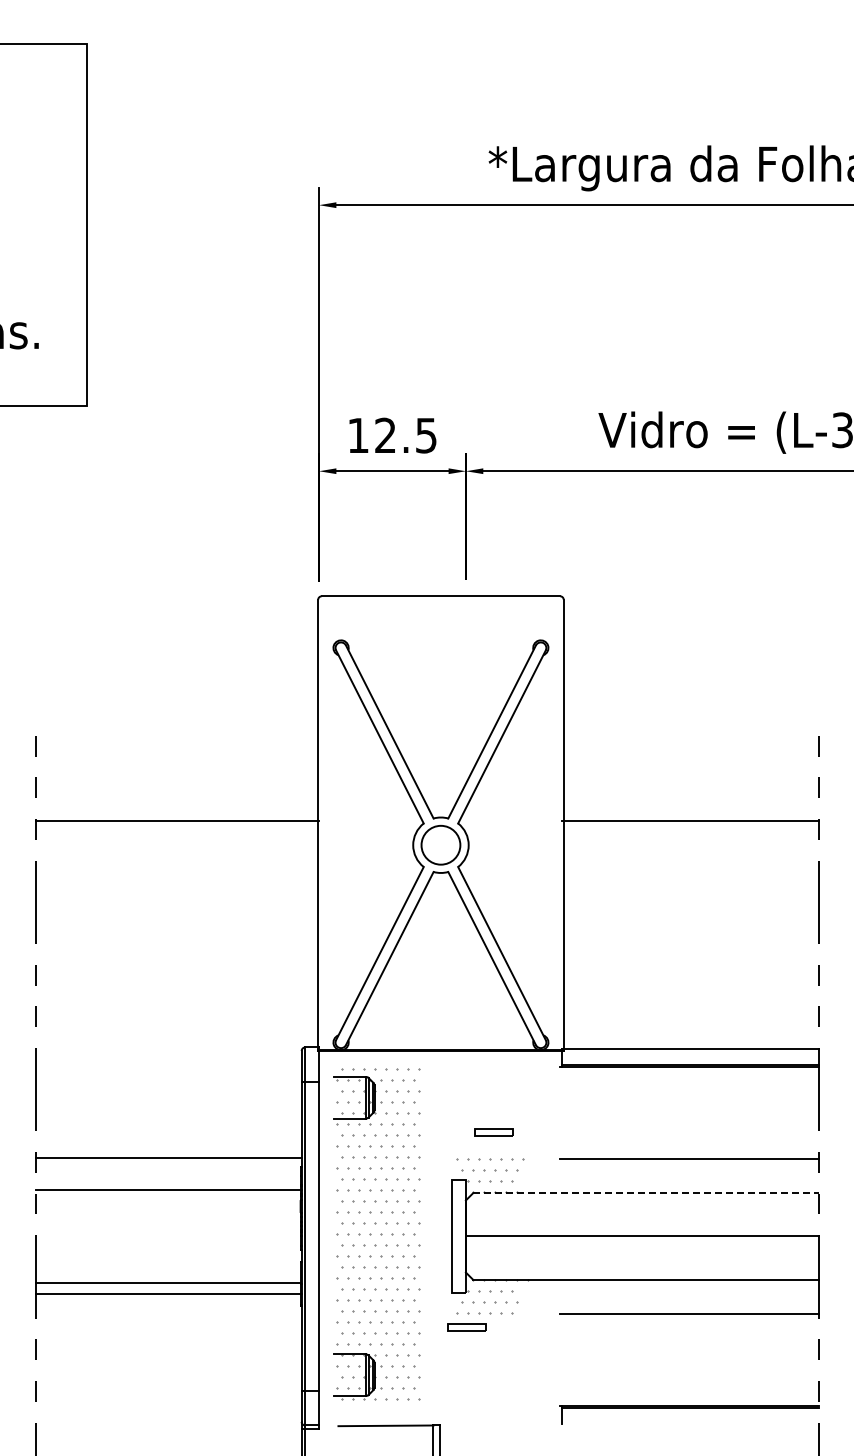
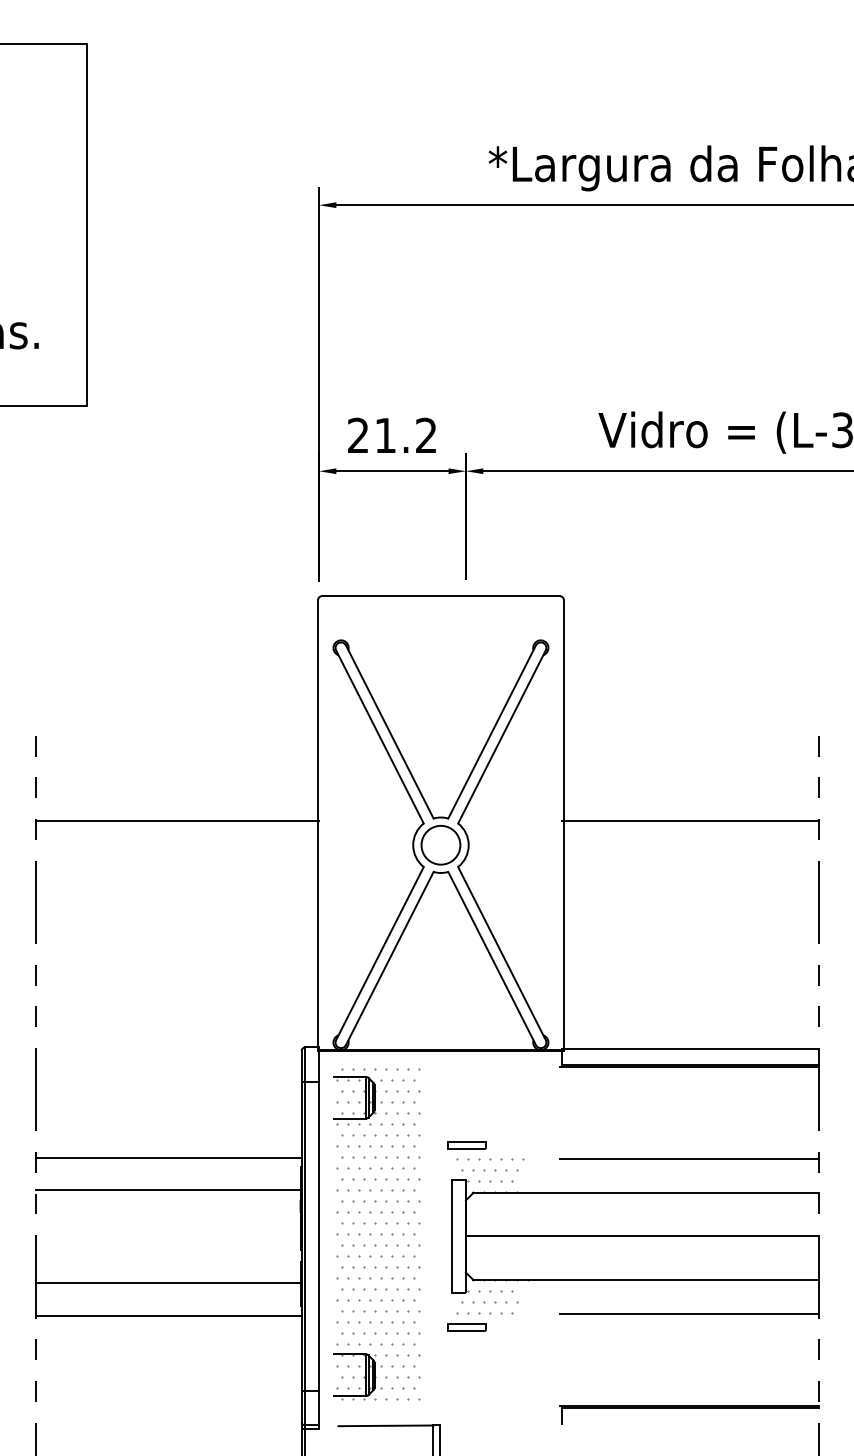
text at (392, 435): 12.5 -> 21.2
part at (493, 1132) position: (493, 1132) -> (466, 1145)
line at (646, 1193): dashed -> solid
line at (168, 1293) position: (168, 1293) -> (168, 1315)
